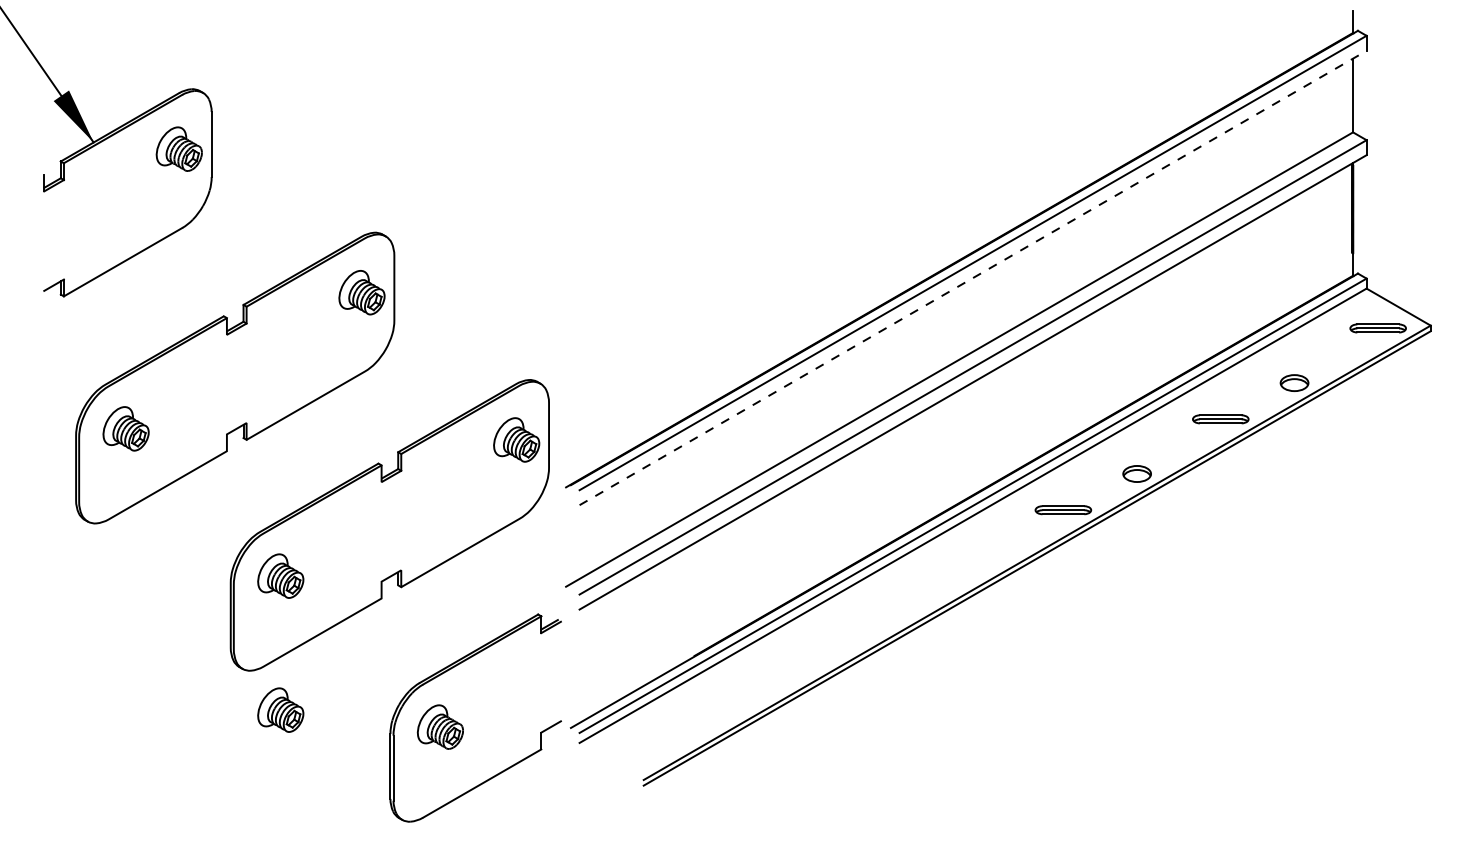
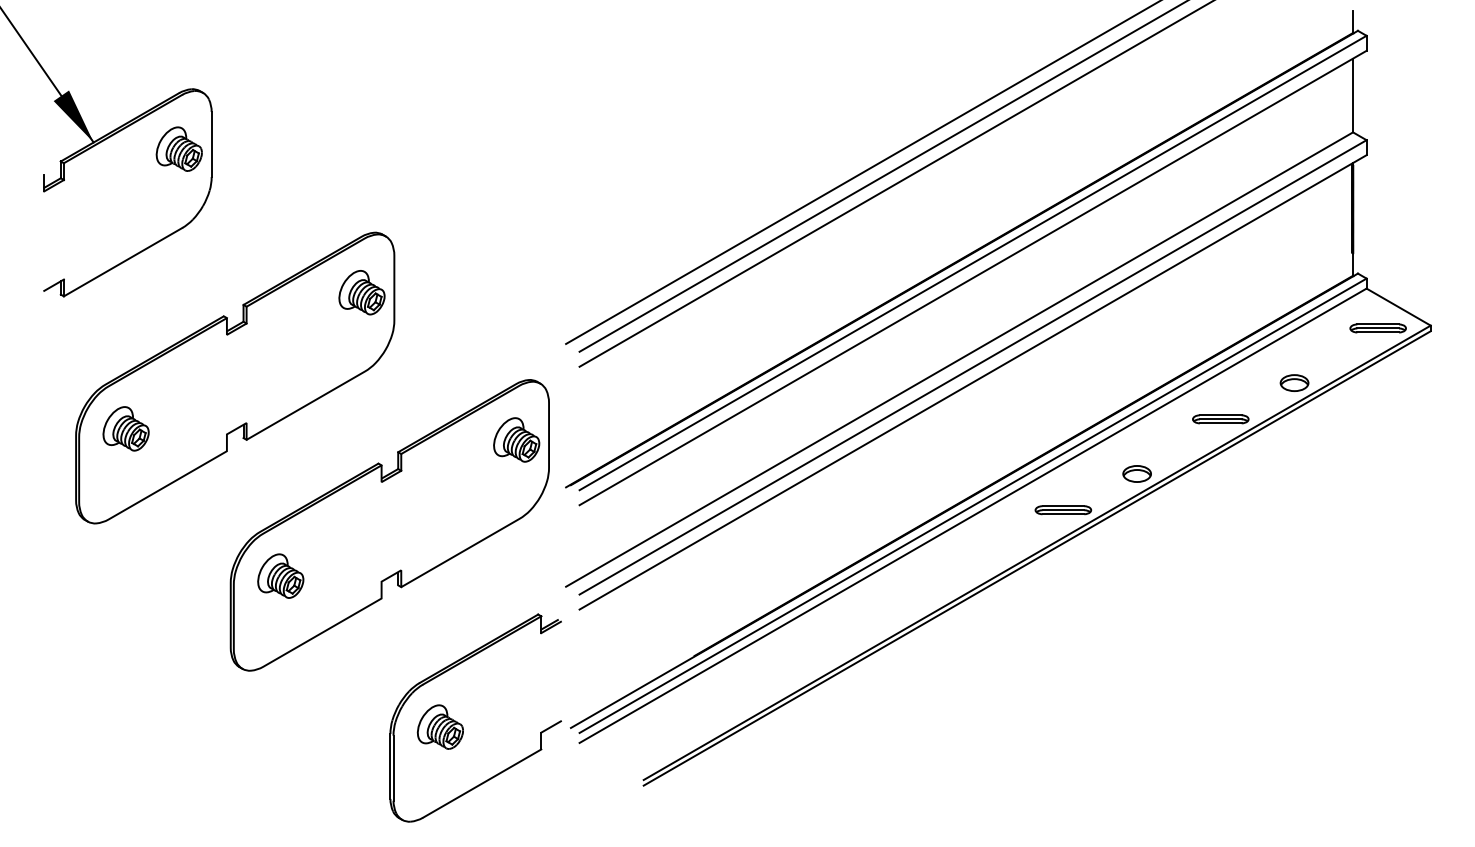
line at (862, 172): none -> present
line at (882, 176): none -> present
line at (895, 184): none -> present
line at (973, 277): dashed -> solid
part at (280, 709): present -> none
